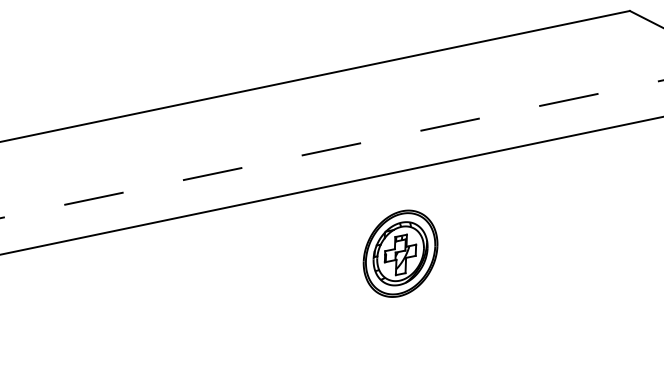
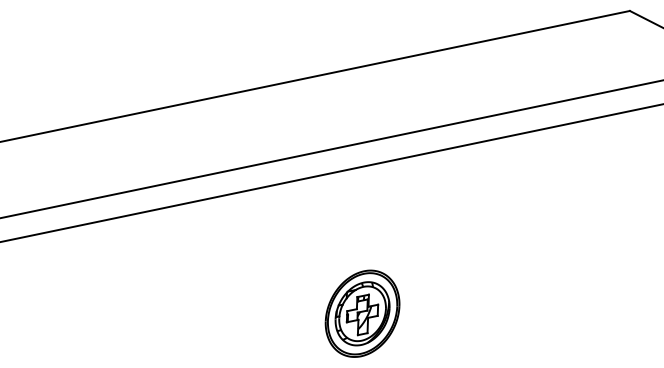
line at (332, 149): dashed -> solid
line at (331, 185) position: (331, 185) -> (331, 172)
part at (400, 253) position: (400, 253) -> (362, 313)
